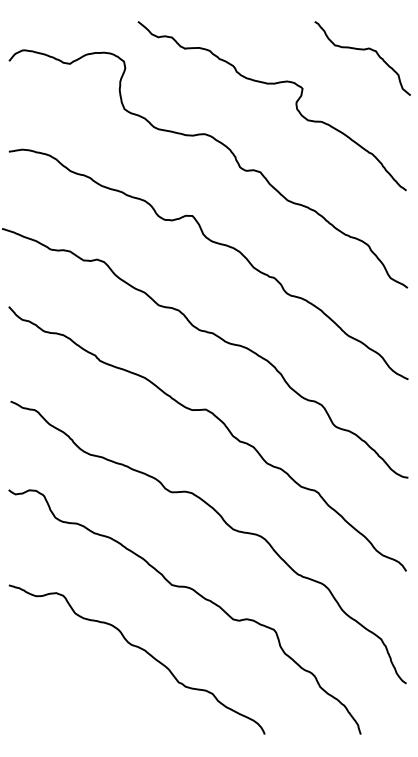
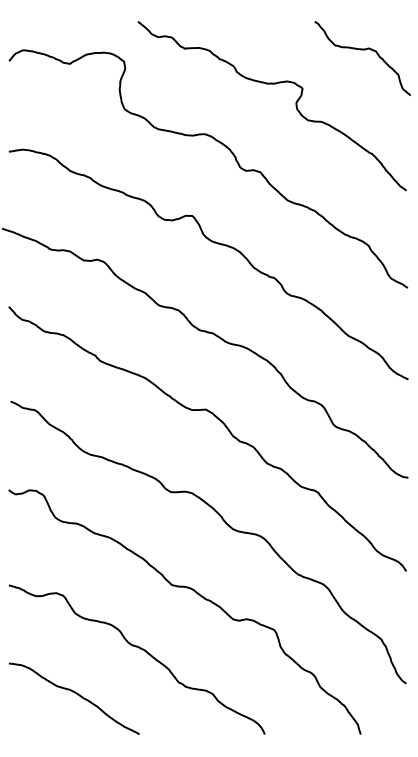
curve at (76, 694): none -> present
